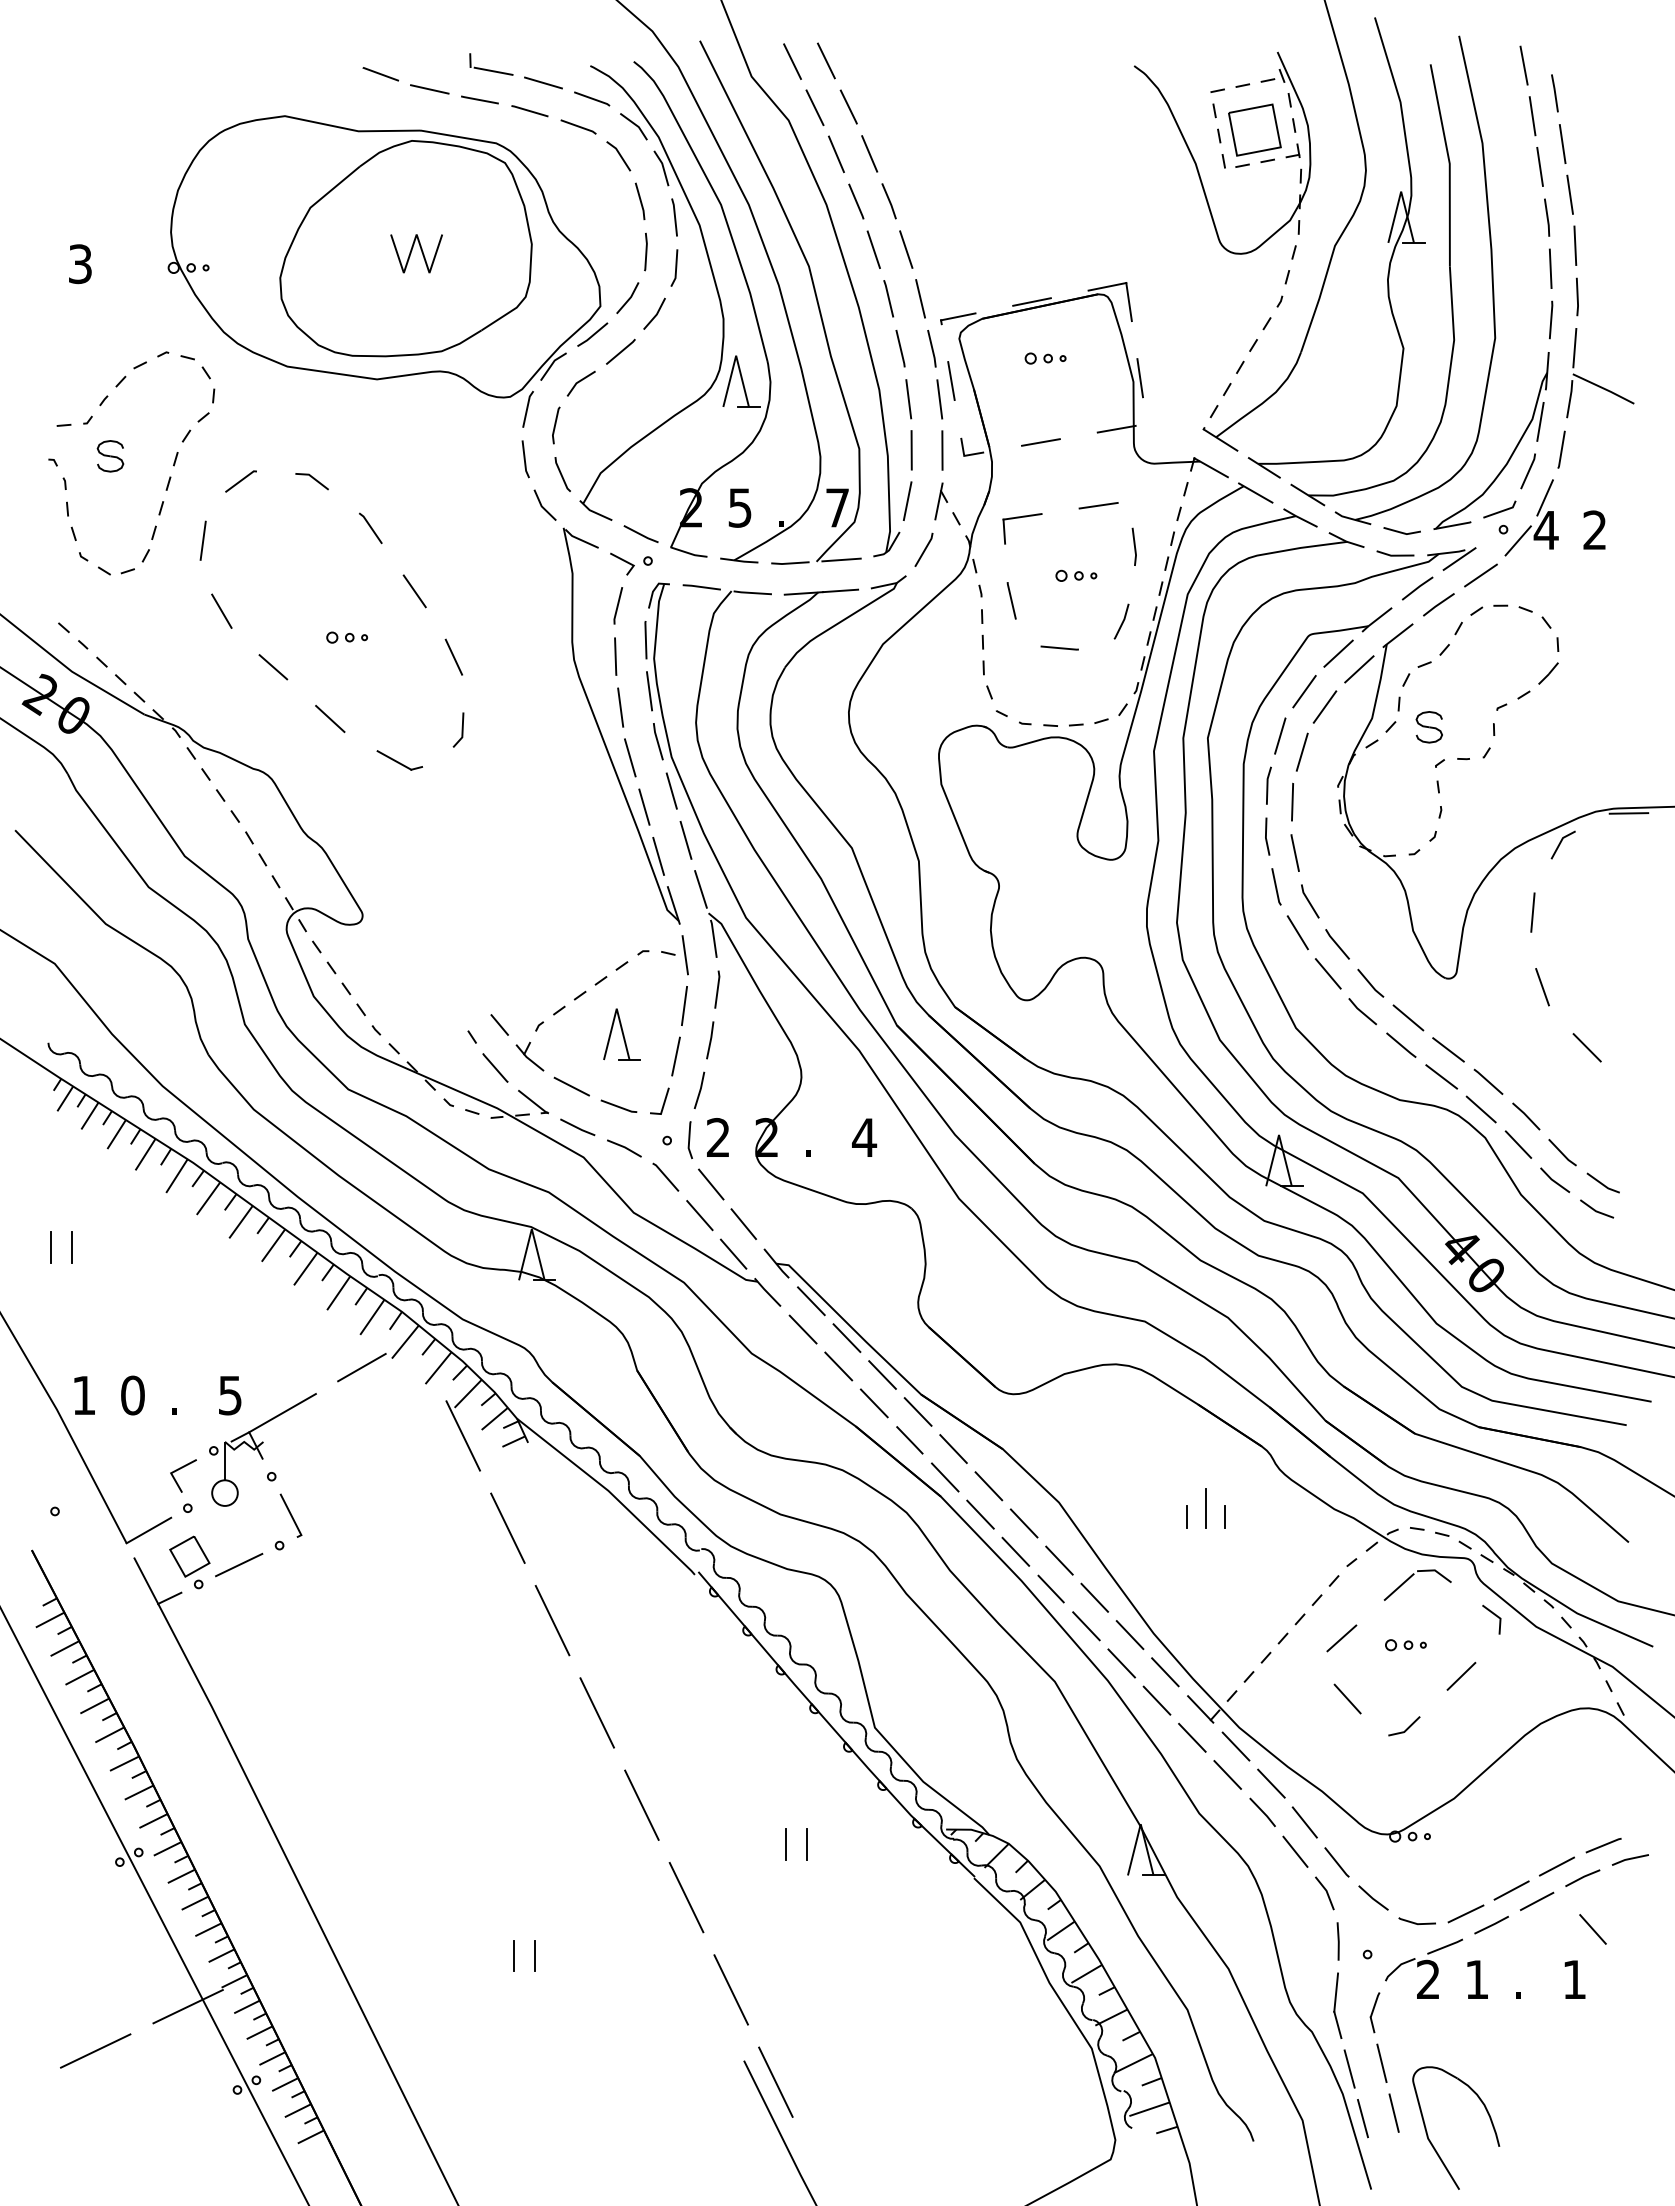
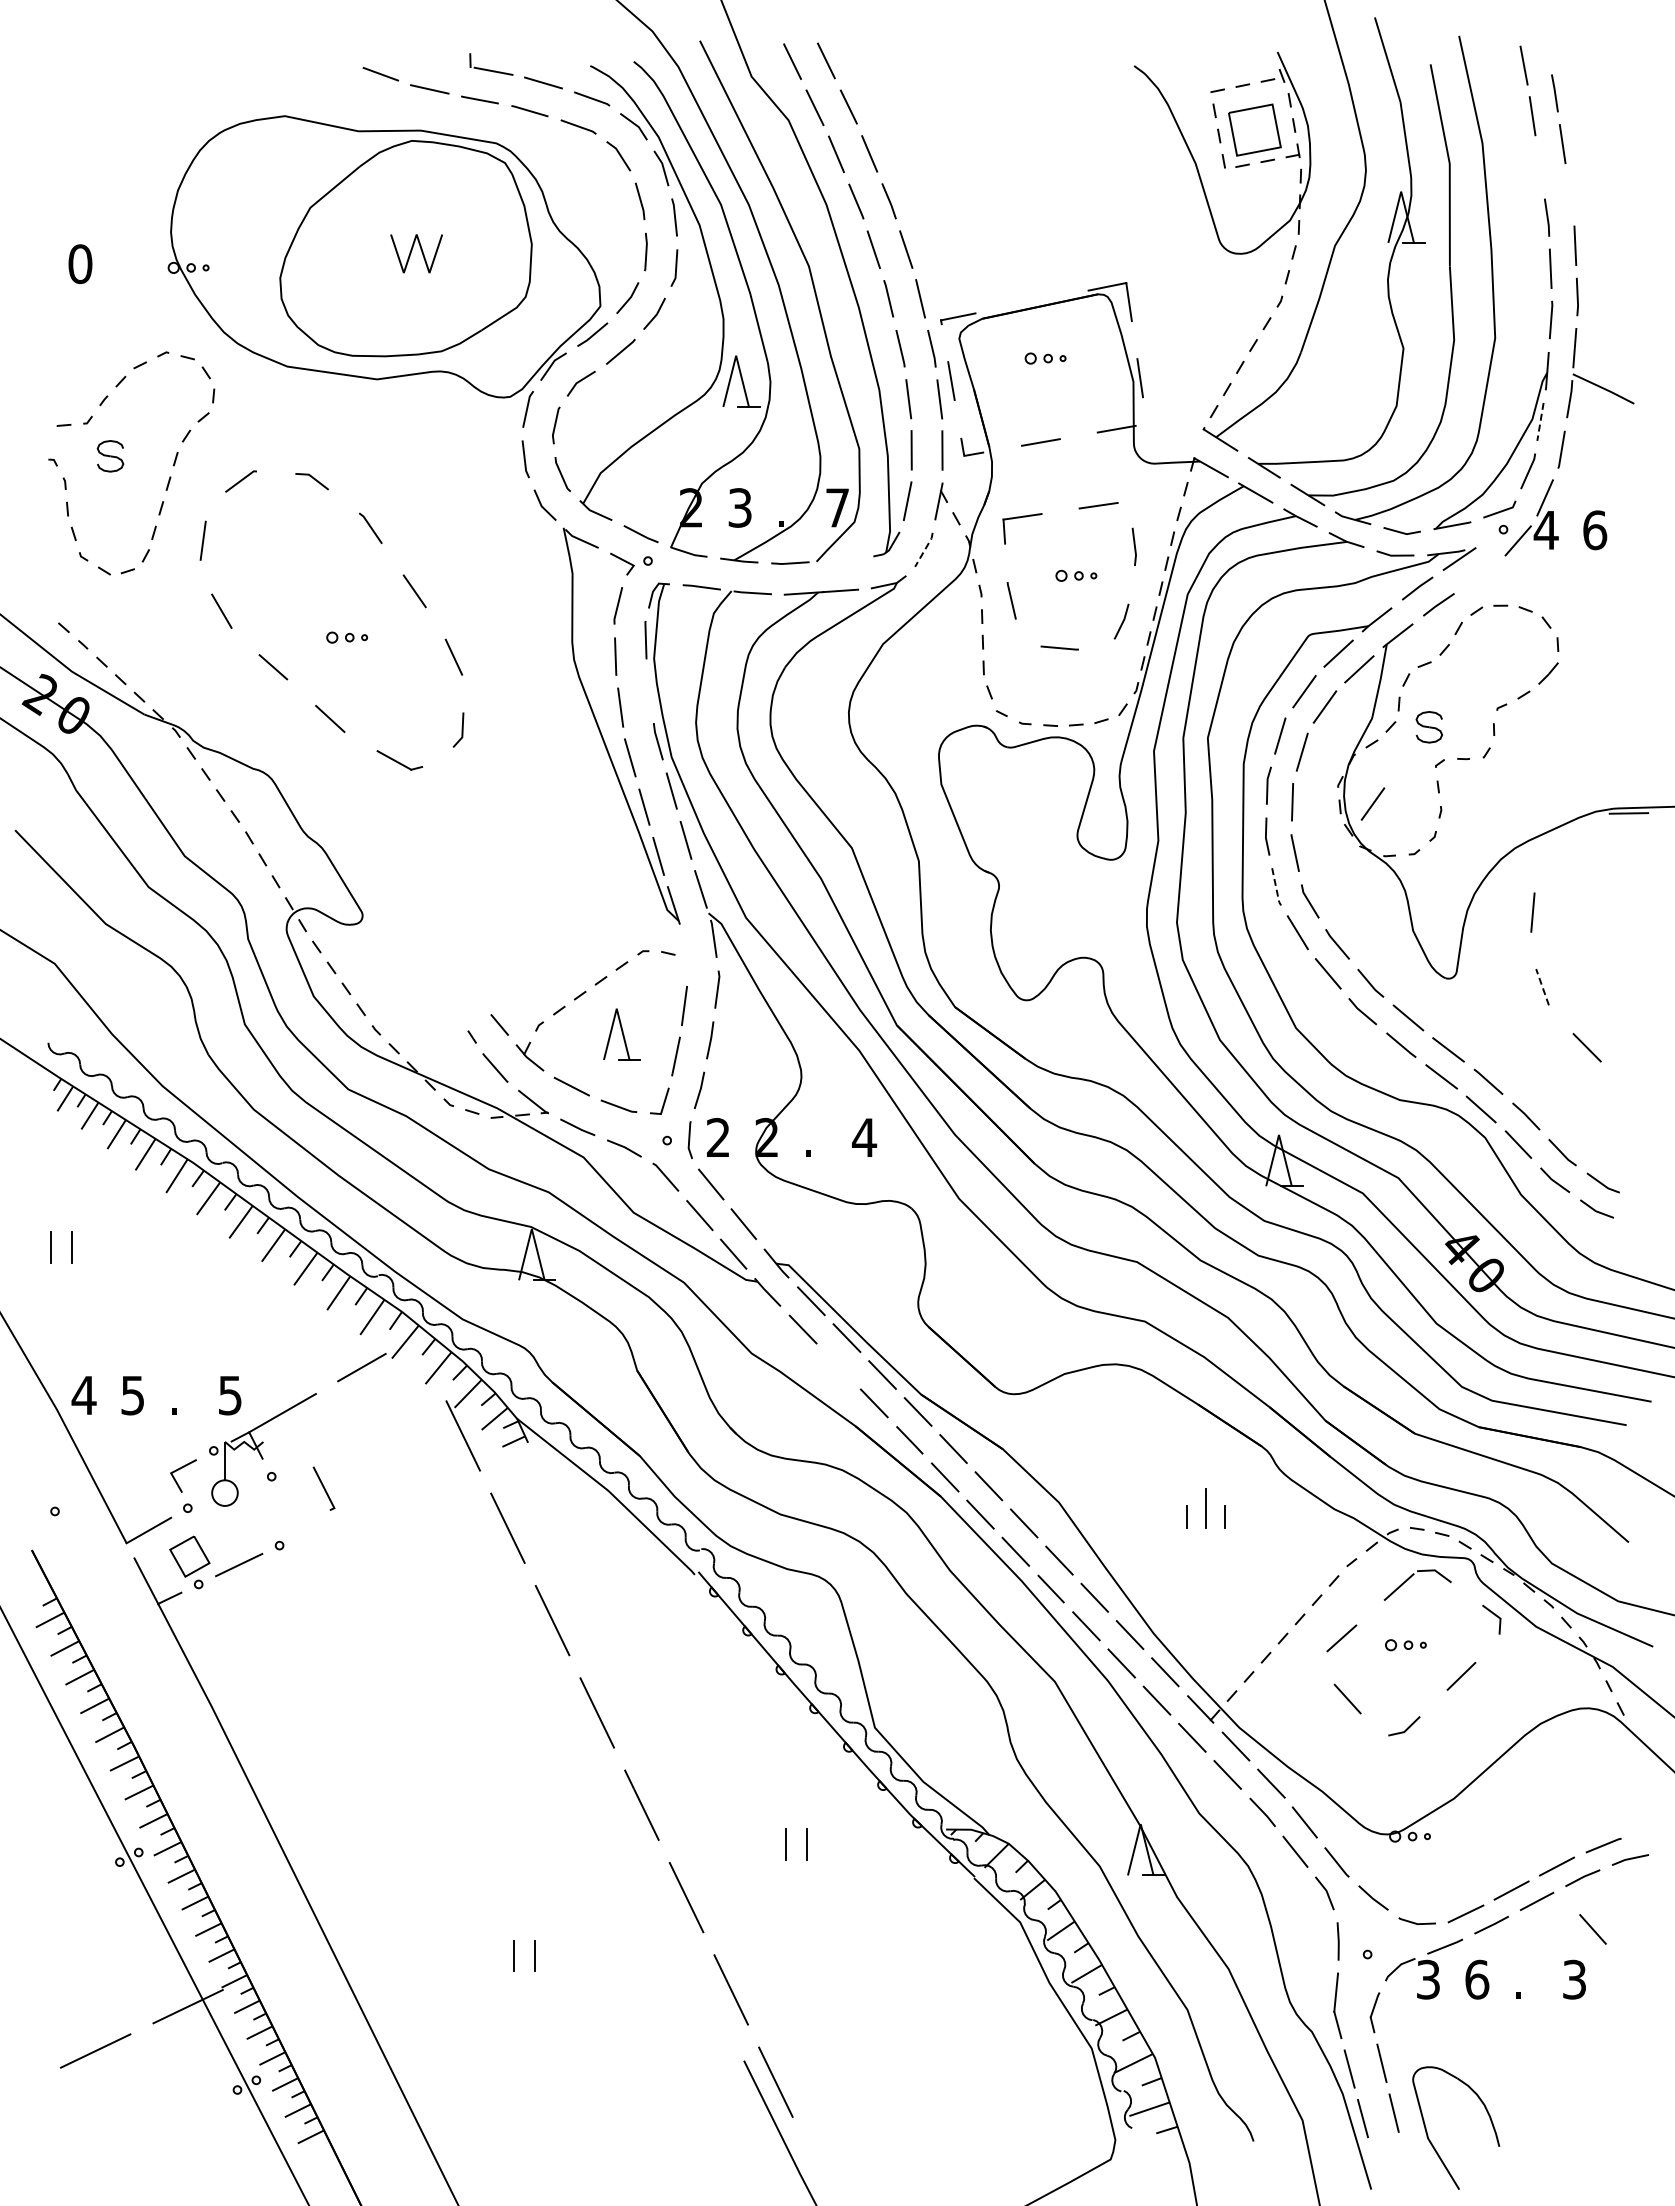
line at (1539, 166): present -> none
line at (1569, 194): present -> none
text at (80, 264): 3 -> 0
line at (1031, 301): present -> none
line at (1540, 422): solid -> dashed
text at (740, 507): 5 -> 3
text at (1595, 530): 2 -> 6
line at (925, 549): solid -> dashed
line at (841, 559): present -> none
line at (1480, 575): present -> none
line at (649, 691): present -> none
line at (1372, 803): none -> present
line at (1561, 843): present -> none
line at (1276, 887): solid -> dashed
line at (684, 955): present -> none
line at (1542, 986): solid -> dashed
line at (838, 1366): present -> none
text at (83, 1395): 1 -> 4
text at (132, 1395): 0 -> 5
line at (290, 1515) position: (290, 1515) -> (323, 1488)
text at (1428, 1979): 2 -> 3
text at (1477, 1979): 1 -> 6
text at (1574, 1979): 1 -> 3
